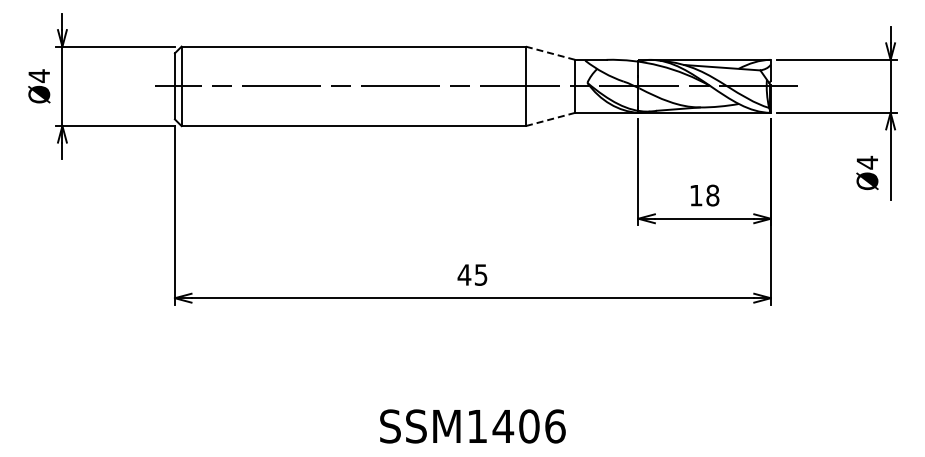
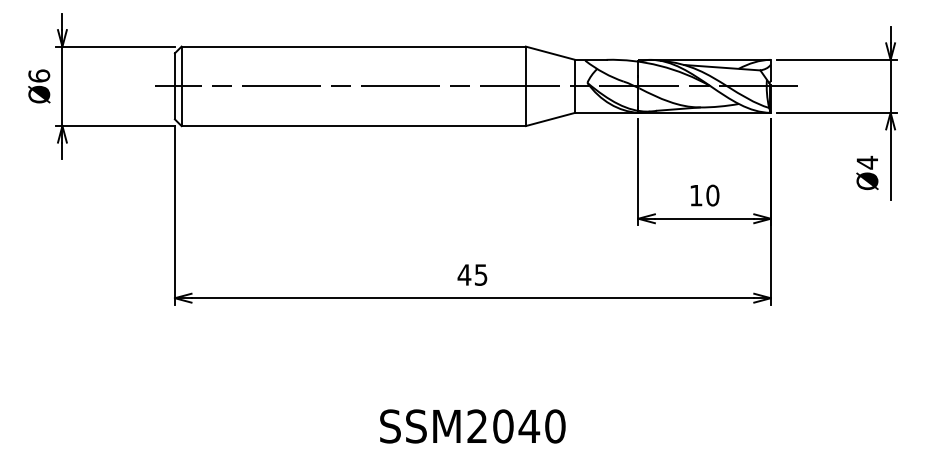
line at (550, 53): dashed -> solid
text at (39, 76): Ø4 -> Ø6
line at (550, 119): dashed -> solid
text at (712, 195): 18 -> 10
text at (516, 426): SSM1406 -> SSM2040
